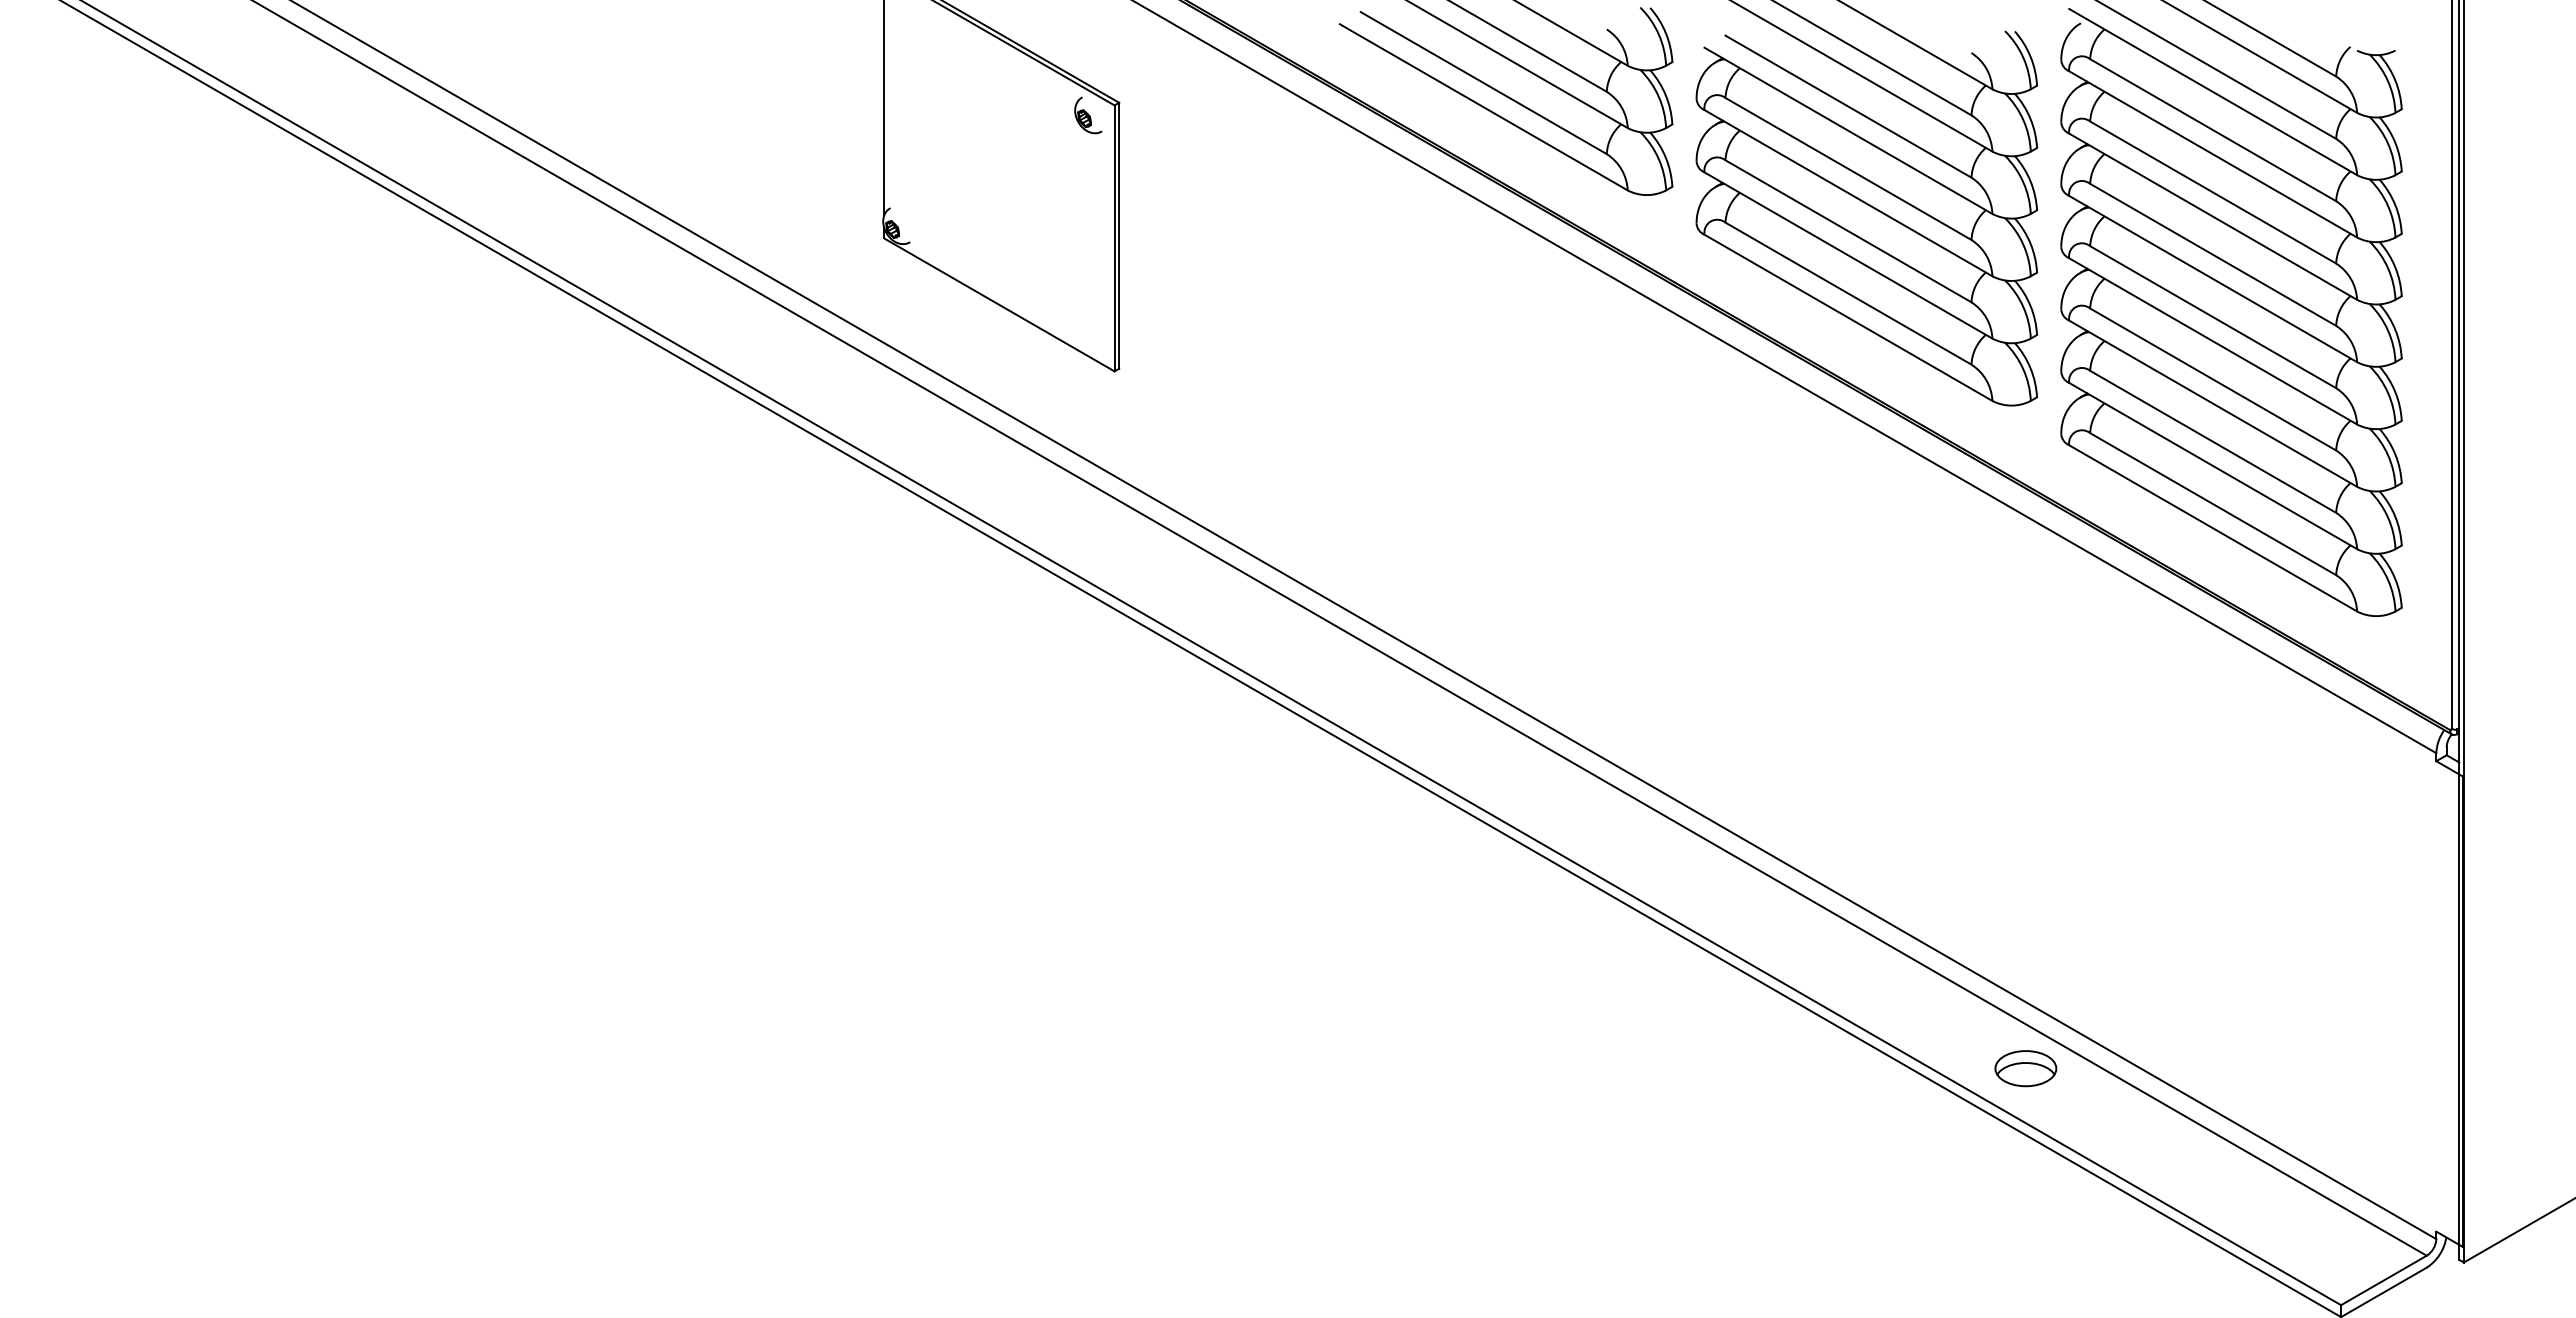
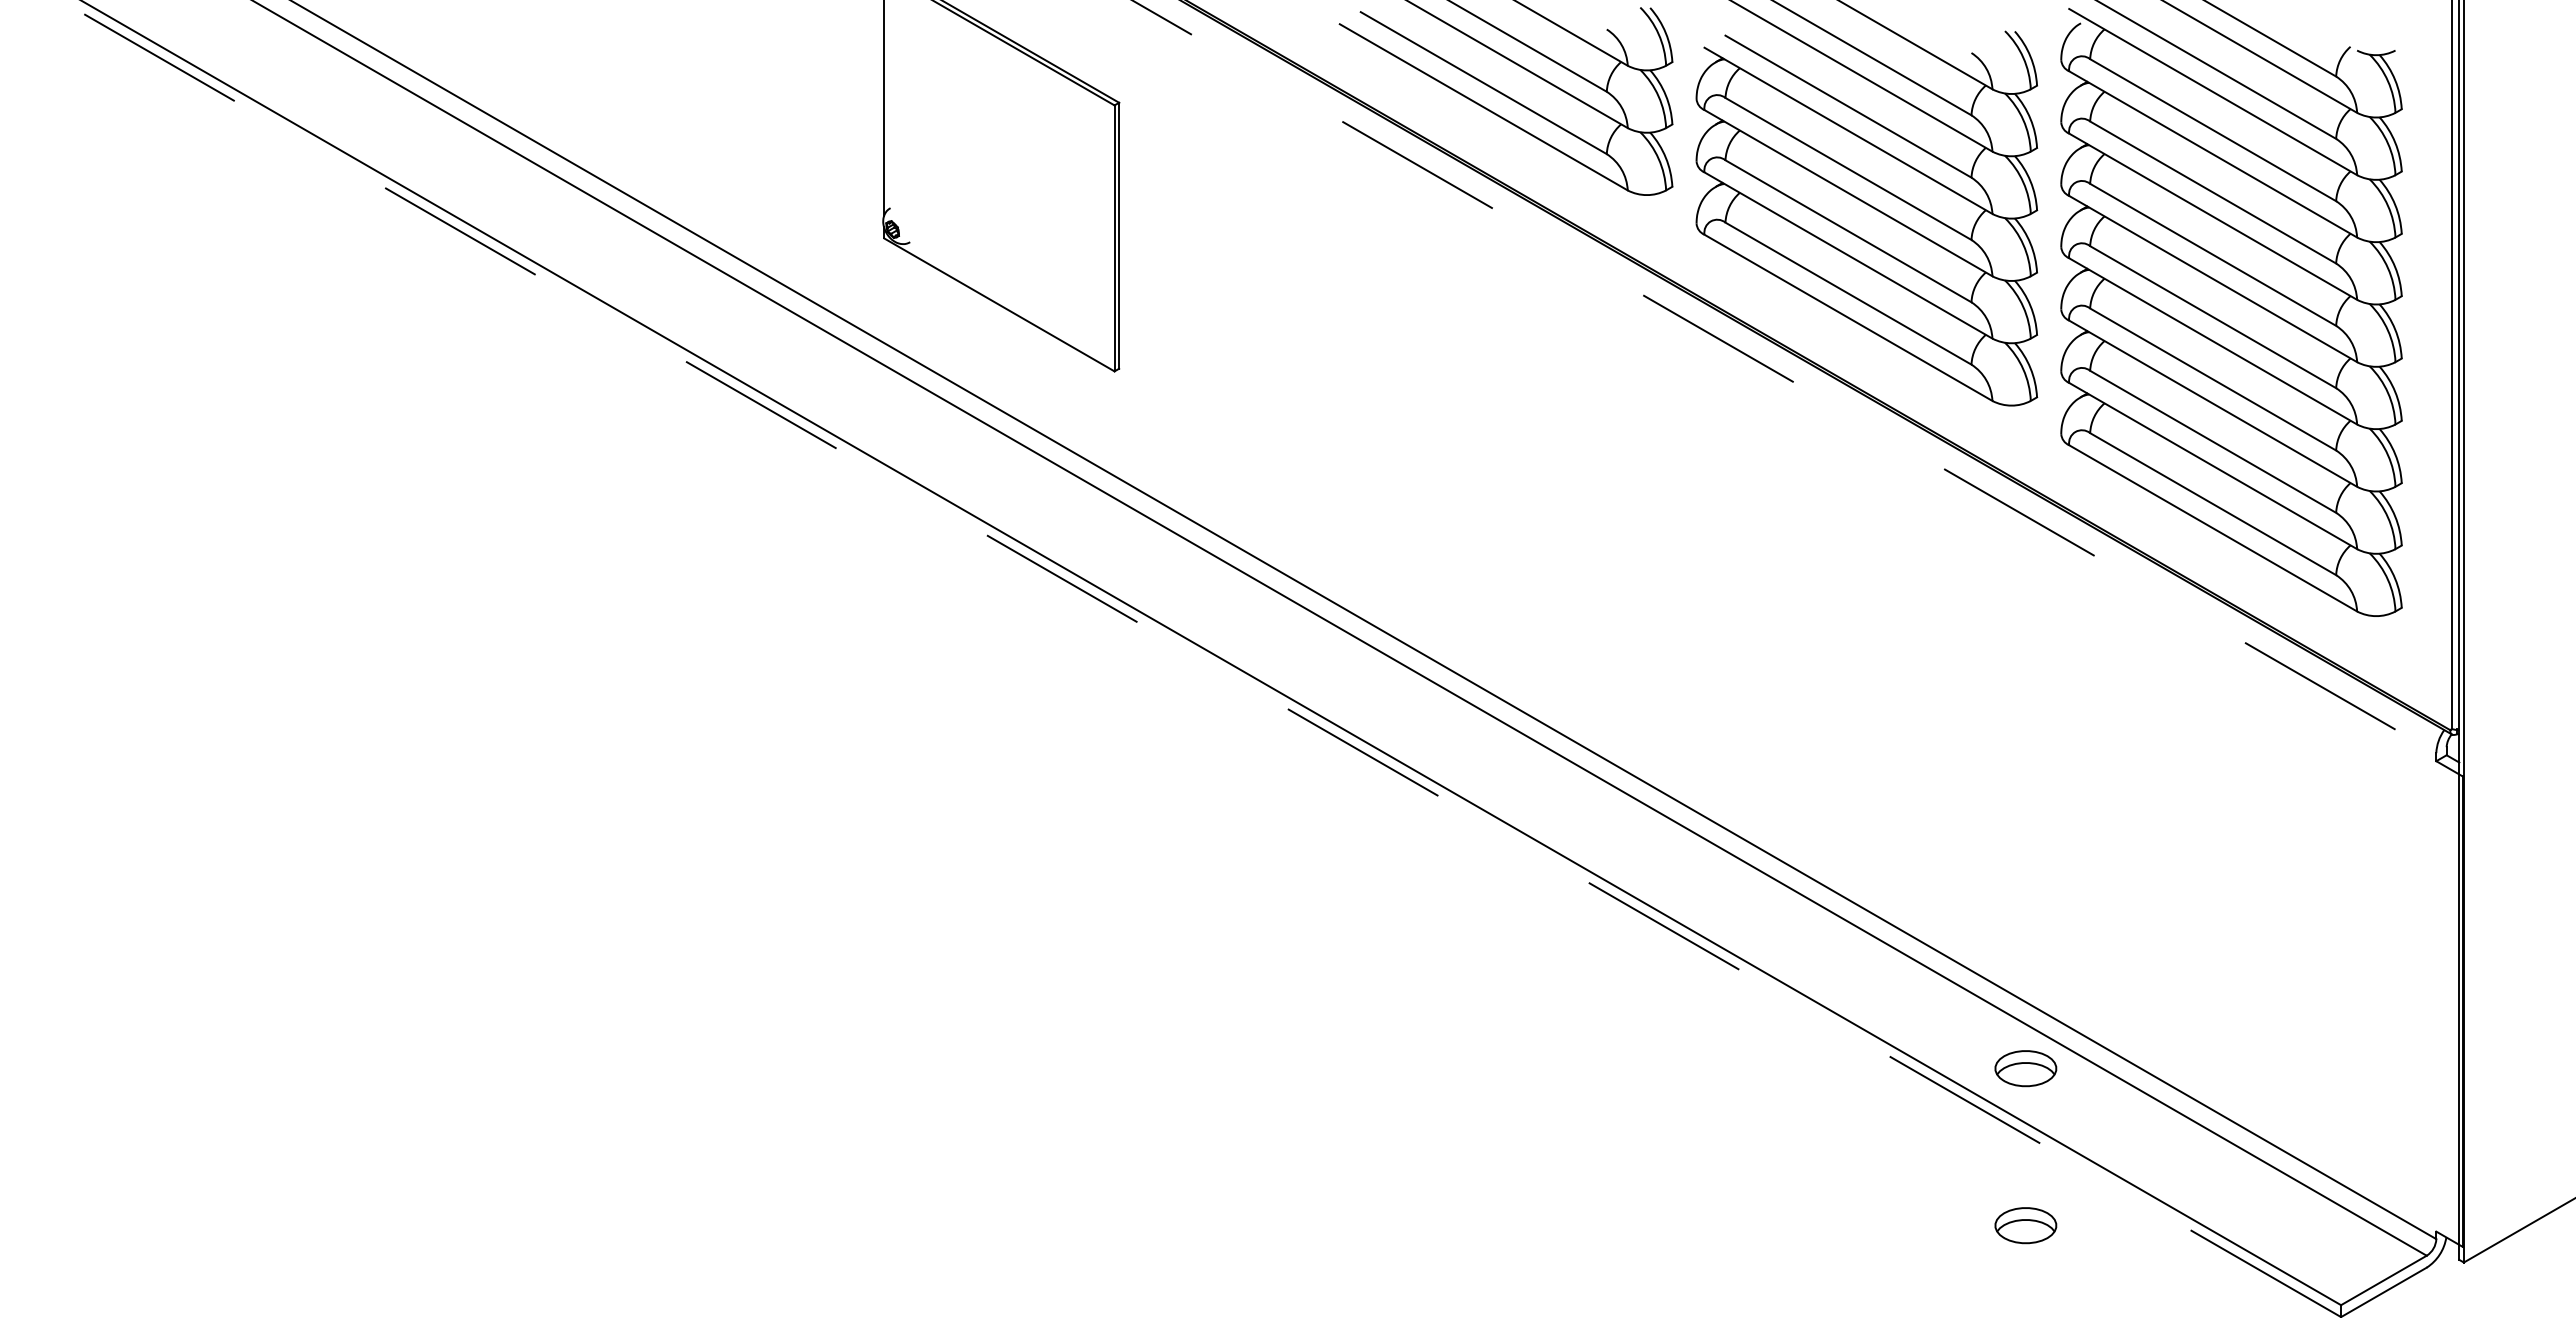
part at (1088, 115): present -> none
line at (1784, 376): solid -> dashed
line at (1200, 658): solid -> dashed
part at (2025, 1225): none -> present
